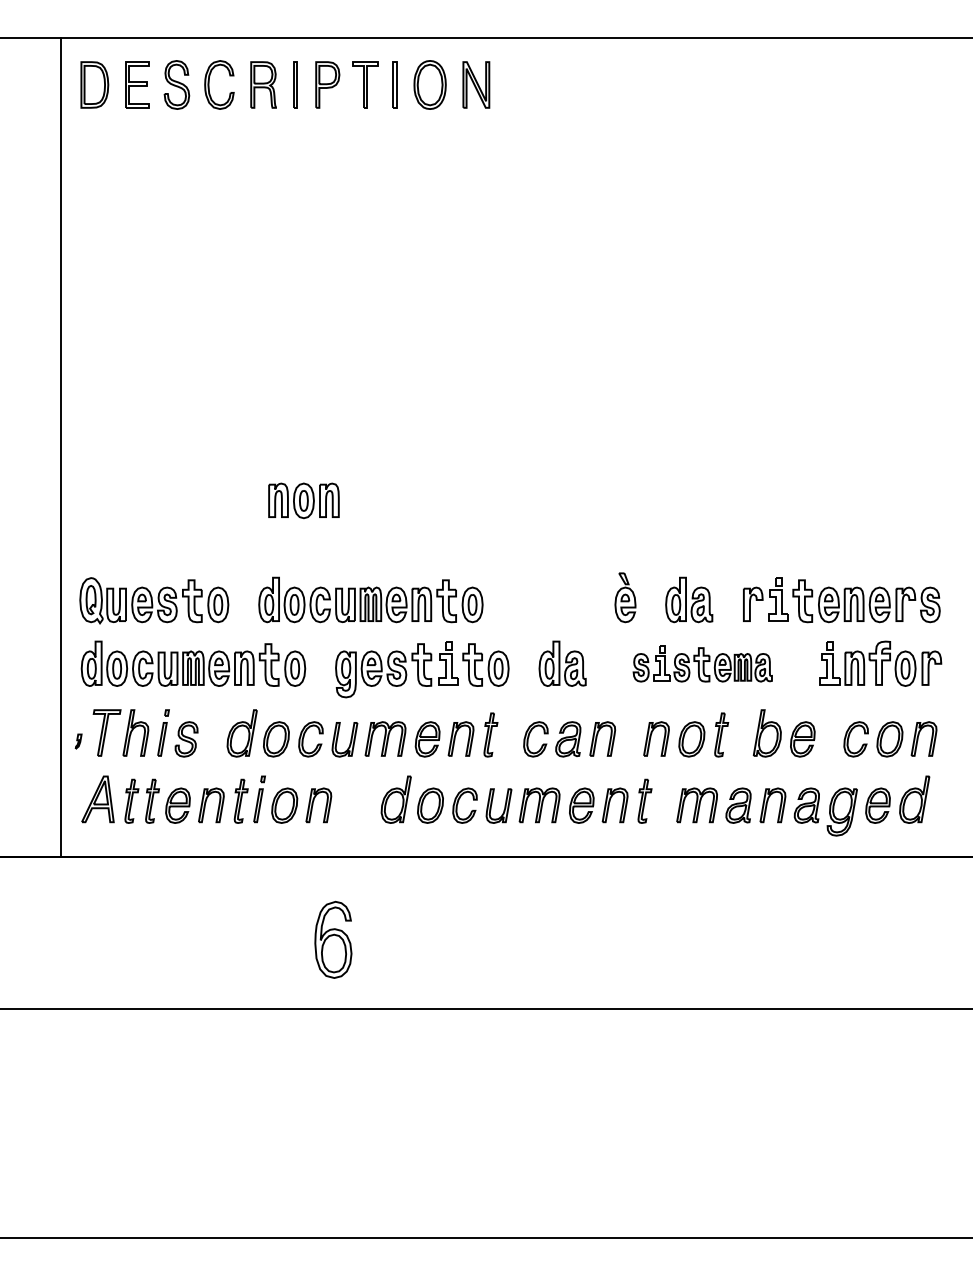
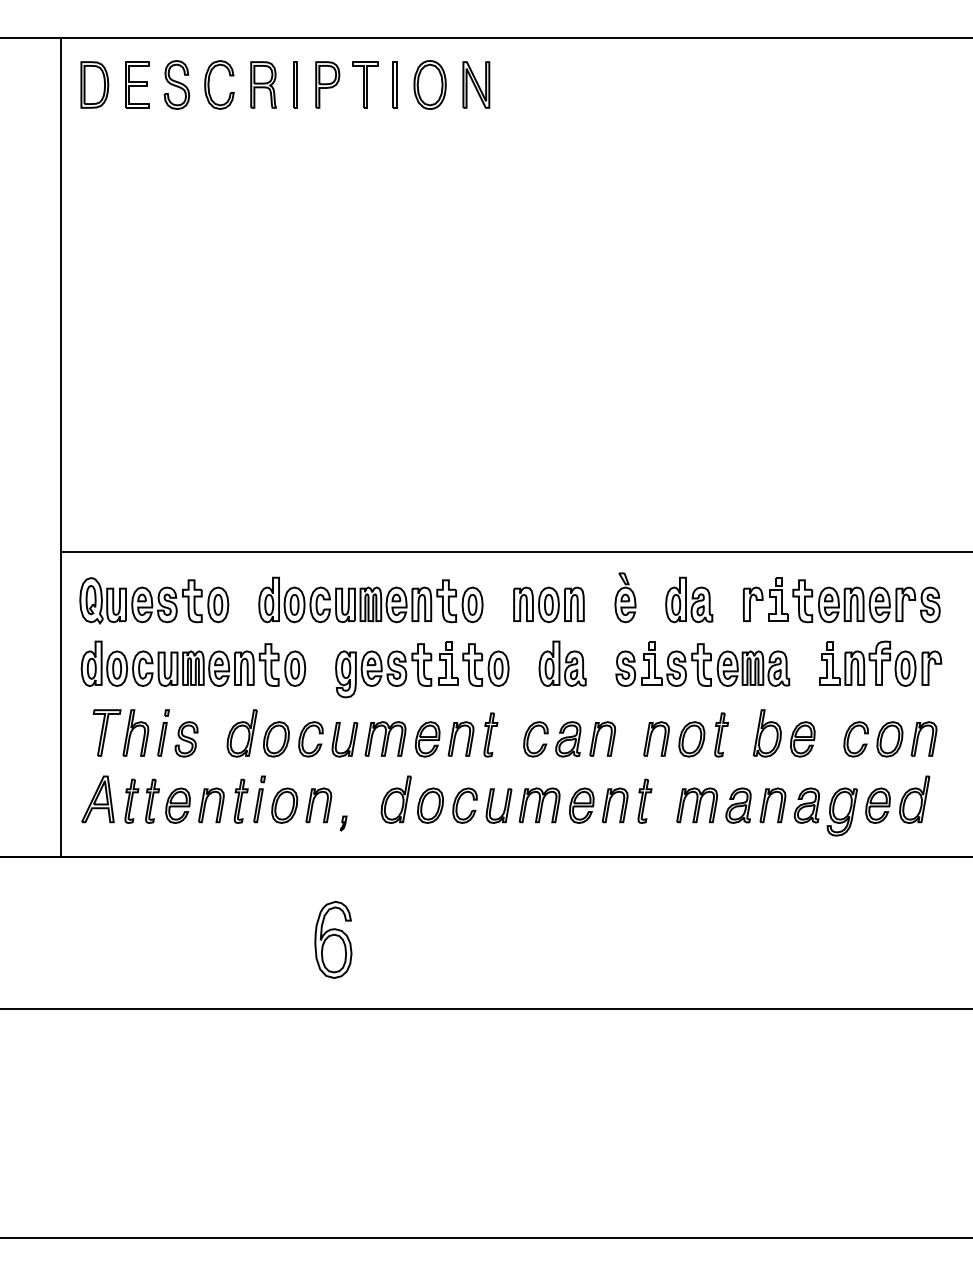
part at (303, 500) position: (303, 500) -> (548, 604)
line at (514, 552): none -> present
part at (702, 663) size: 141x38 px -> 176x46 px
part at (78, 741) position: (78, 741) -> (343, 823)
